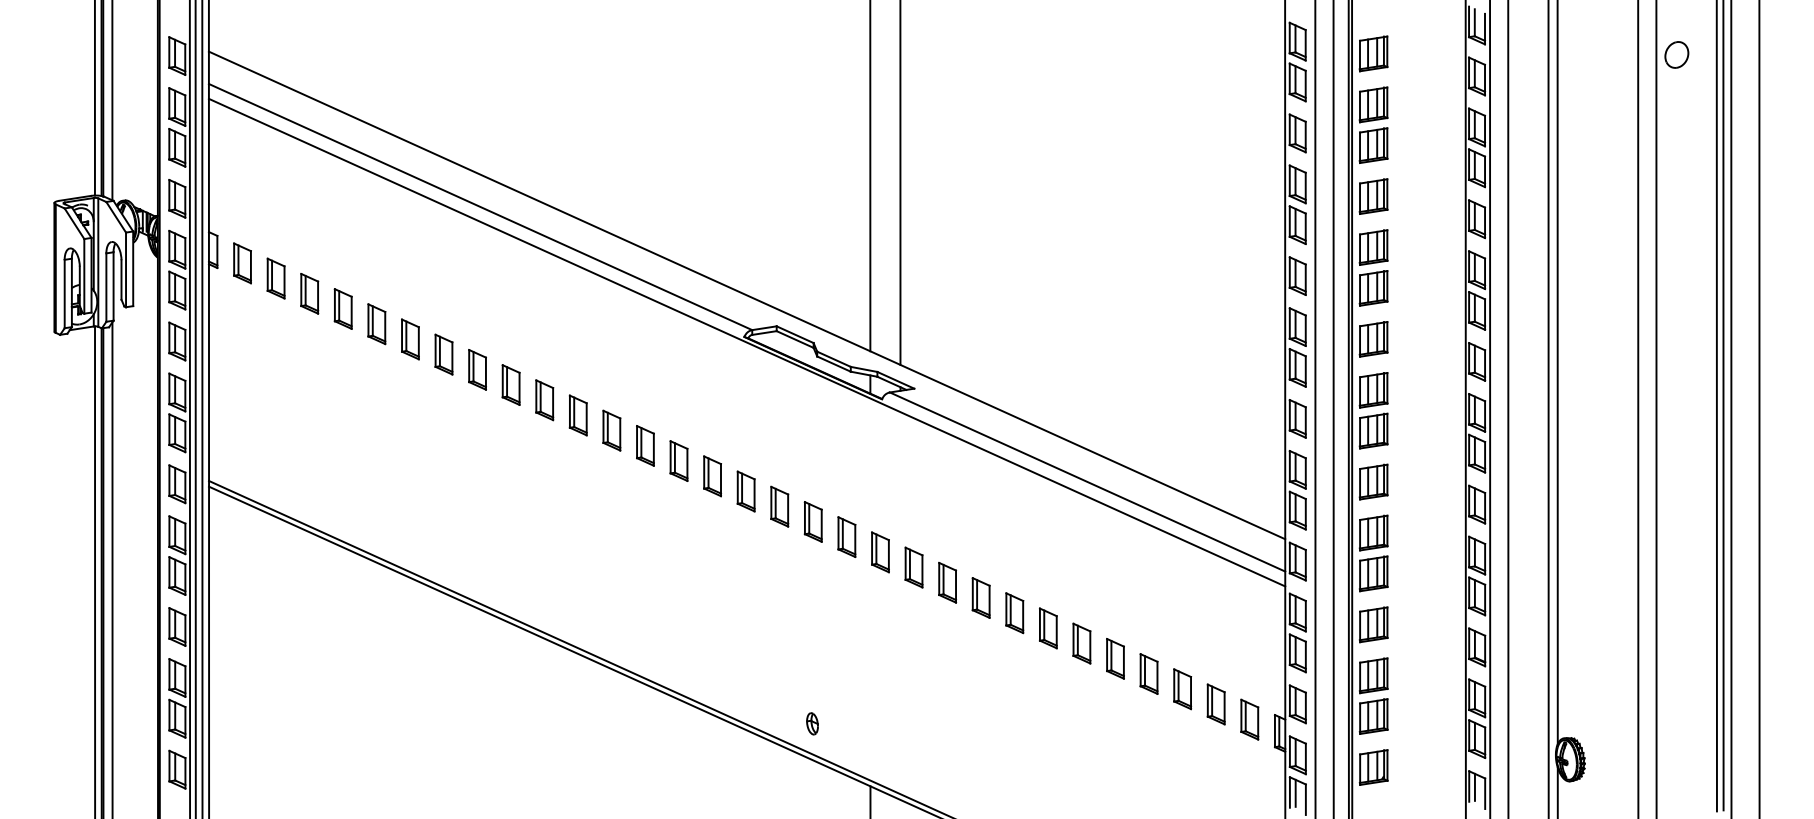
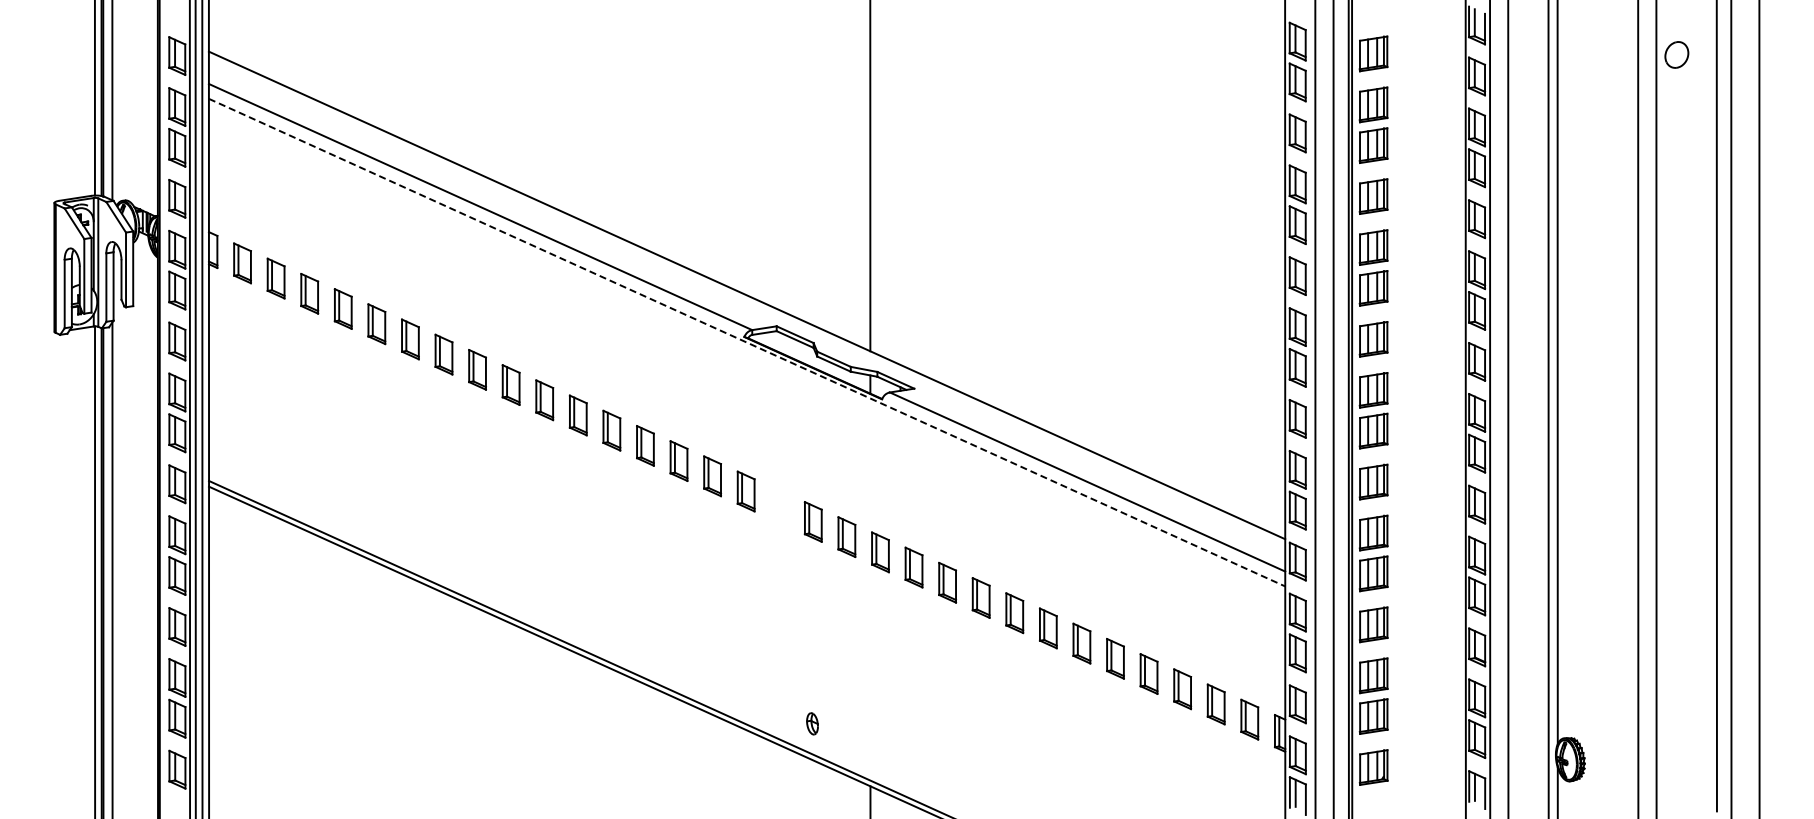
line at (900, 183): present -> none
line at (747, 342): solid -> dashed
line at (1723, 406): present -> none
part at (779, 506): present -> none
